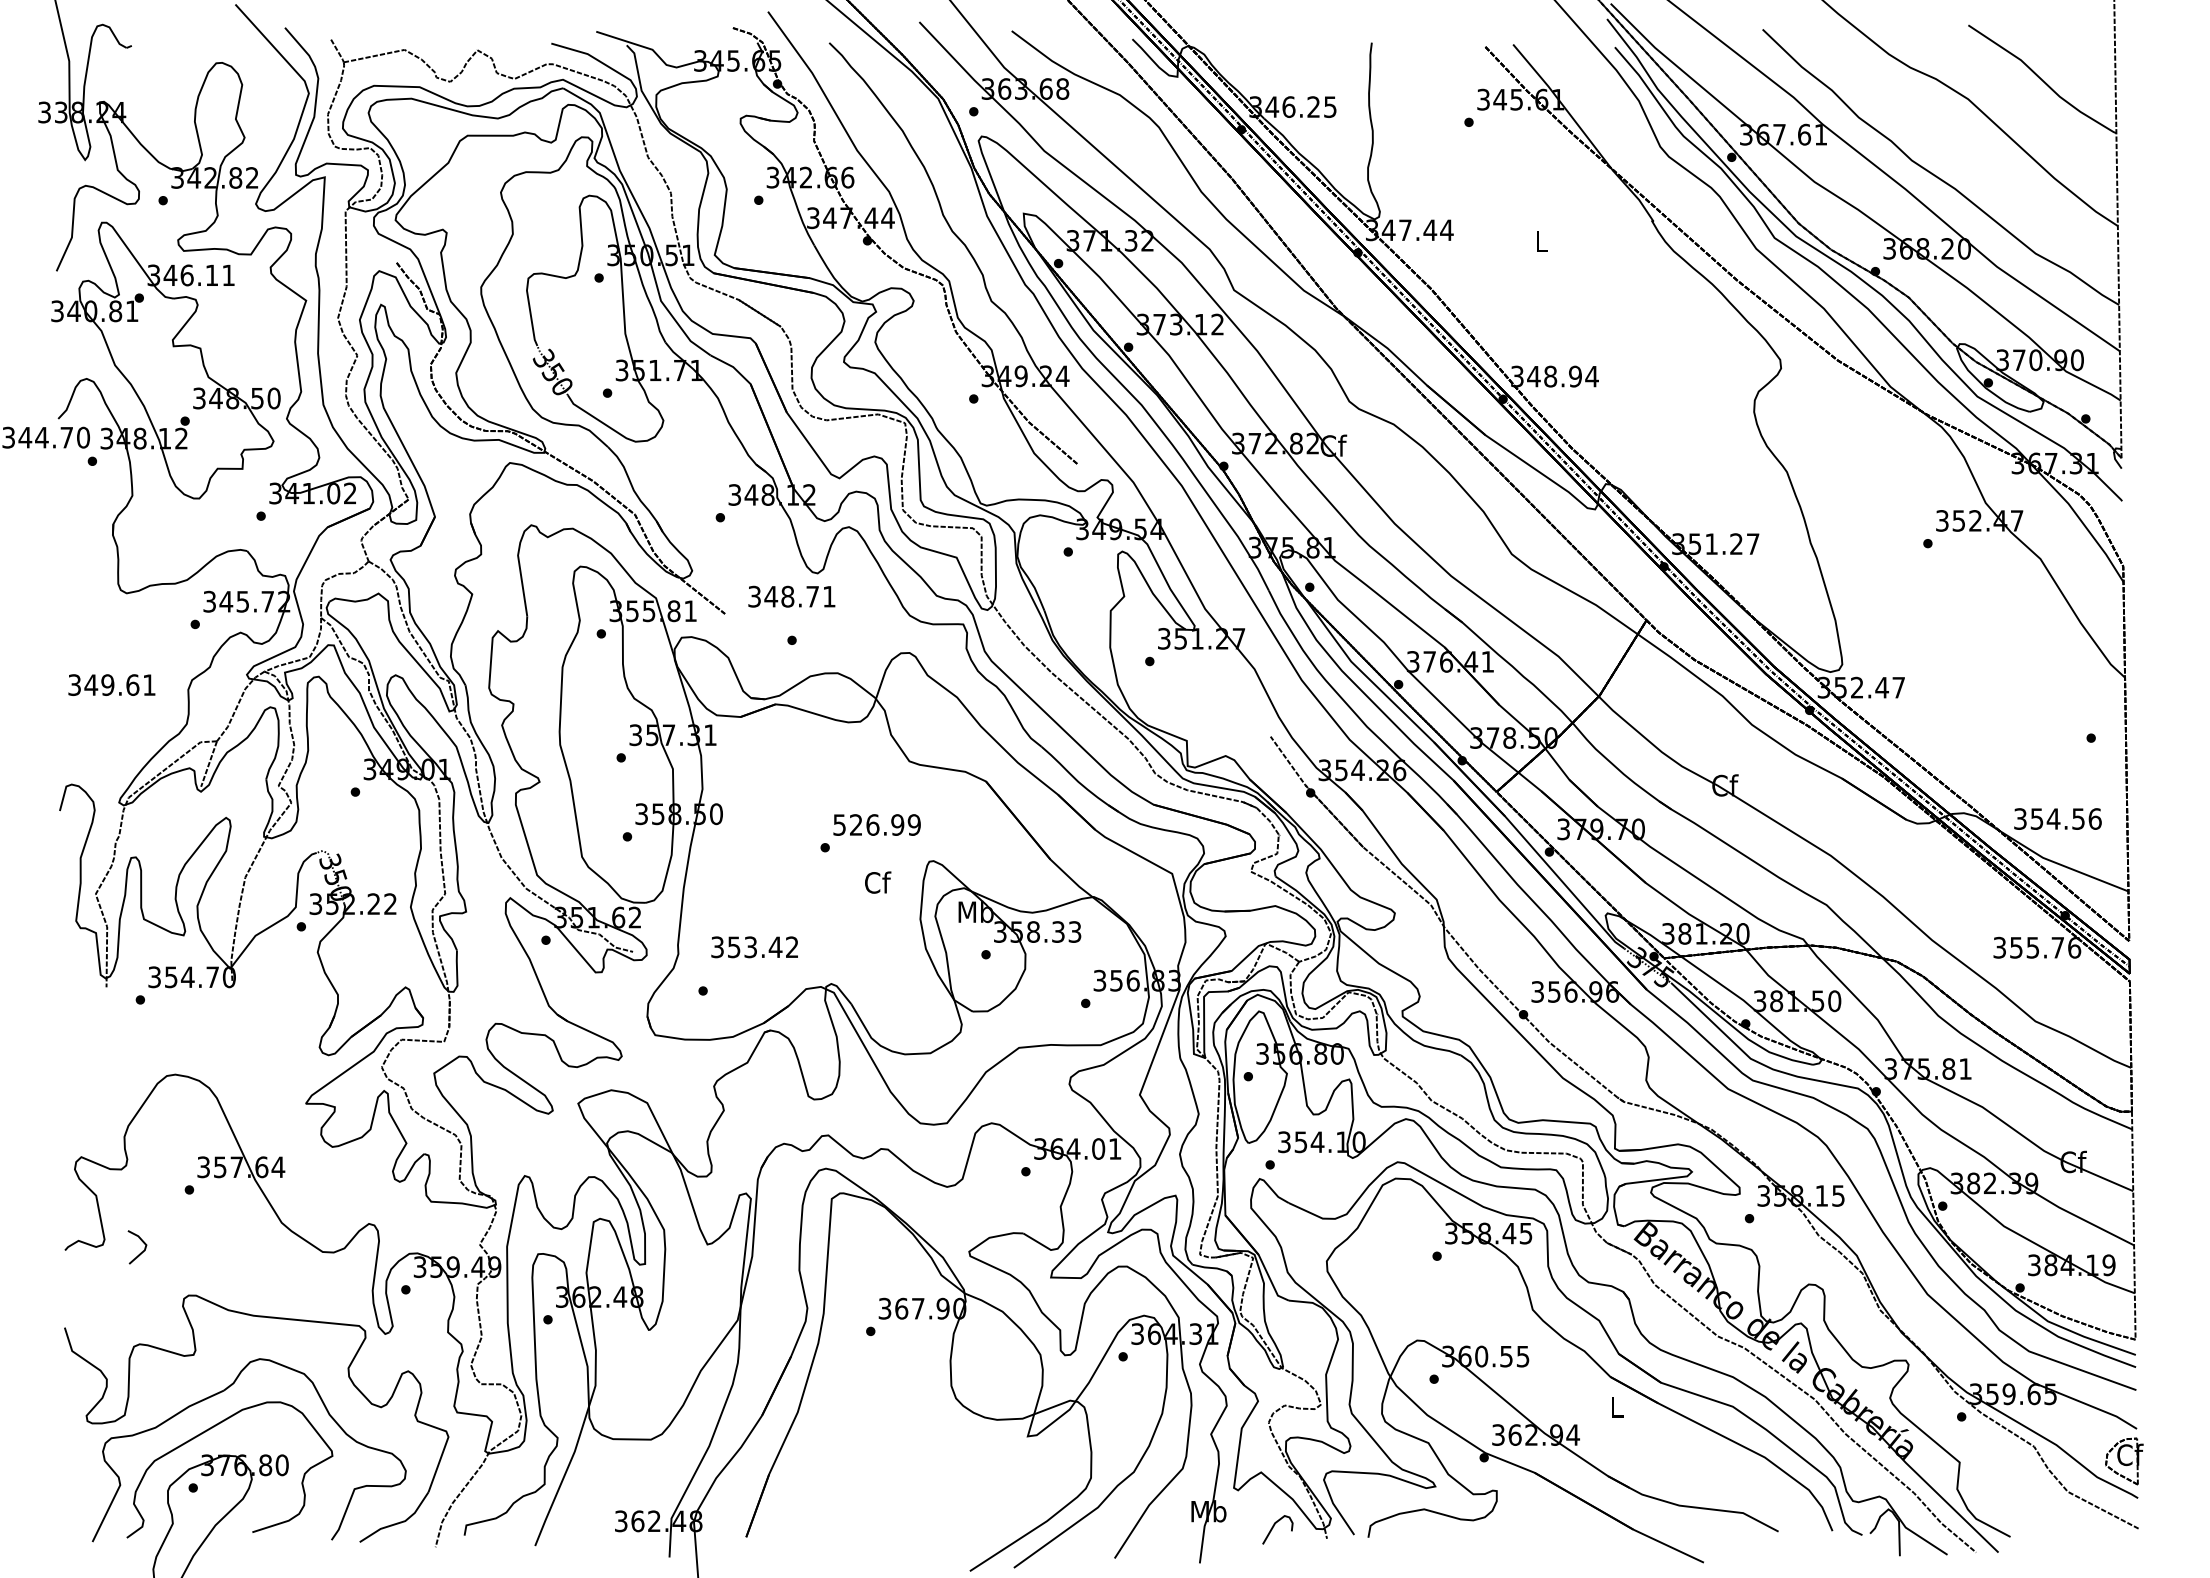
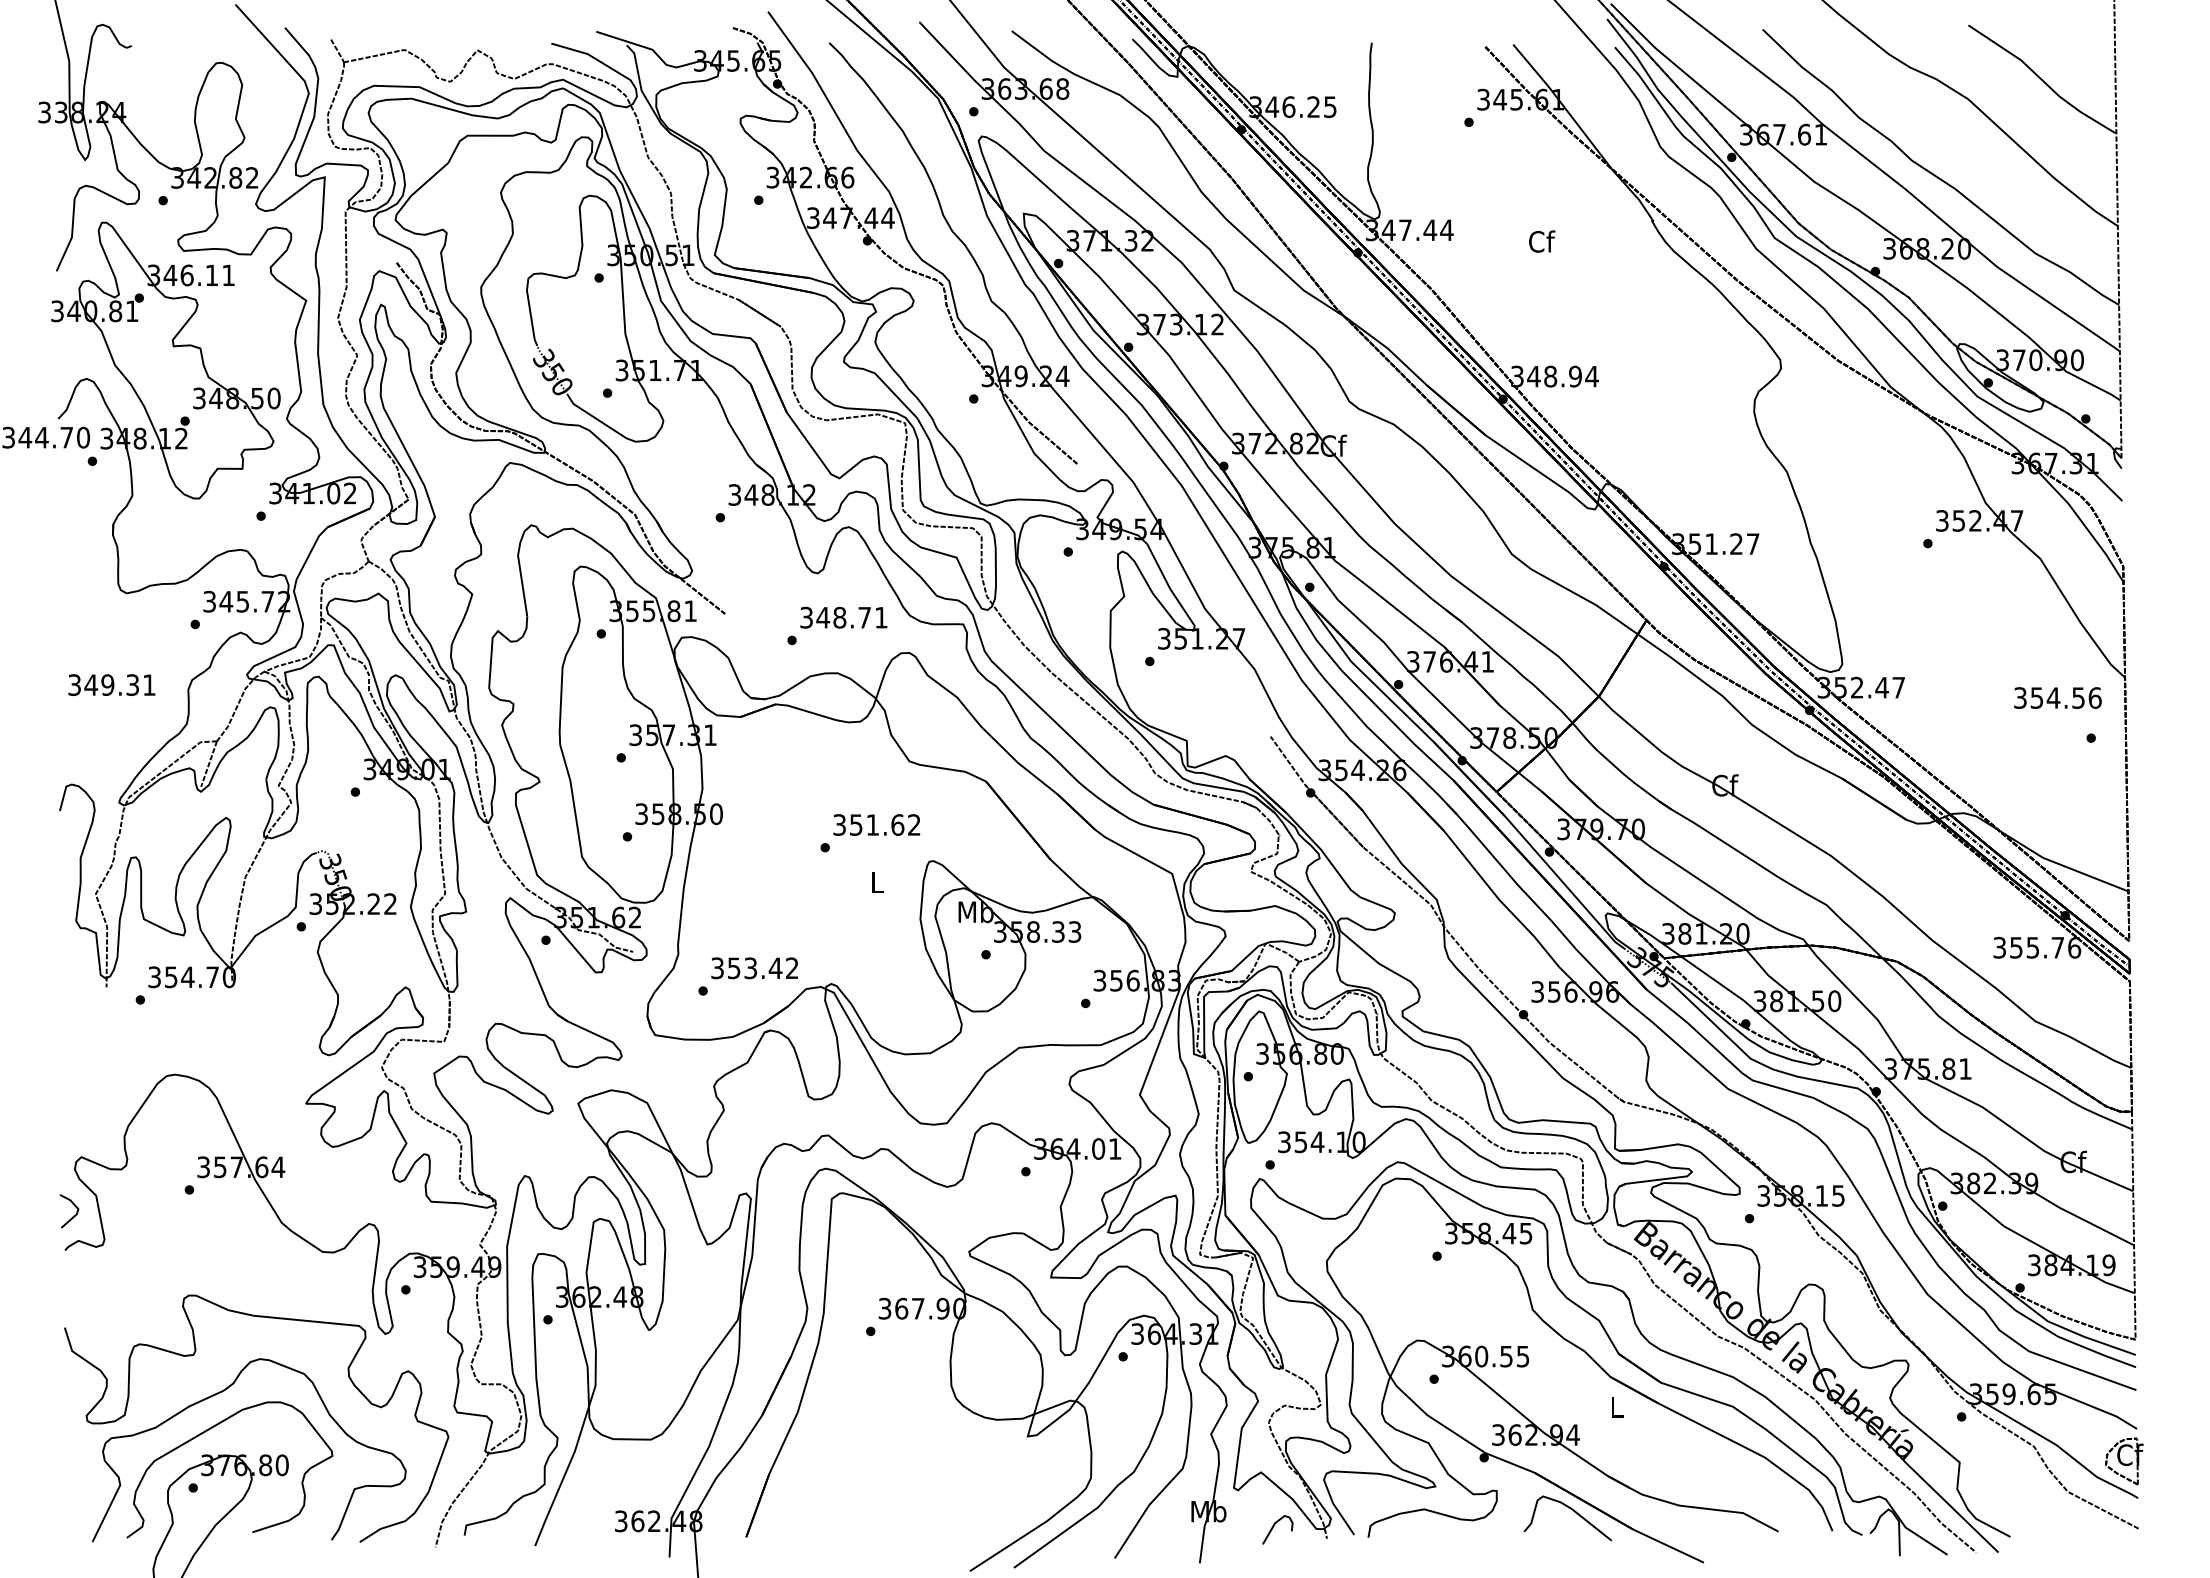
text at (1542, 241): L -> Cf
text at (791, 596) position: (791, 596) -> (843, 617)
text at (132, 685): 349.61 -> 349.31
text at (2057, 818) position: (2057, 818) -> (2057, 697)
text at (877, 824): 526.99 -> 351.62
text at (878, 882): Cf -> L
text at (754, 947) position: (754, 947) -> (754, 968)
line at (141, 1251) position: (141, 1251) -> (73, 1215)
curve at (1573, 1511): none -> present
